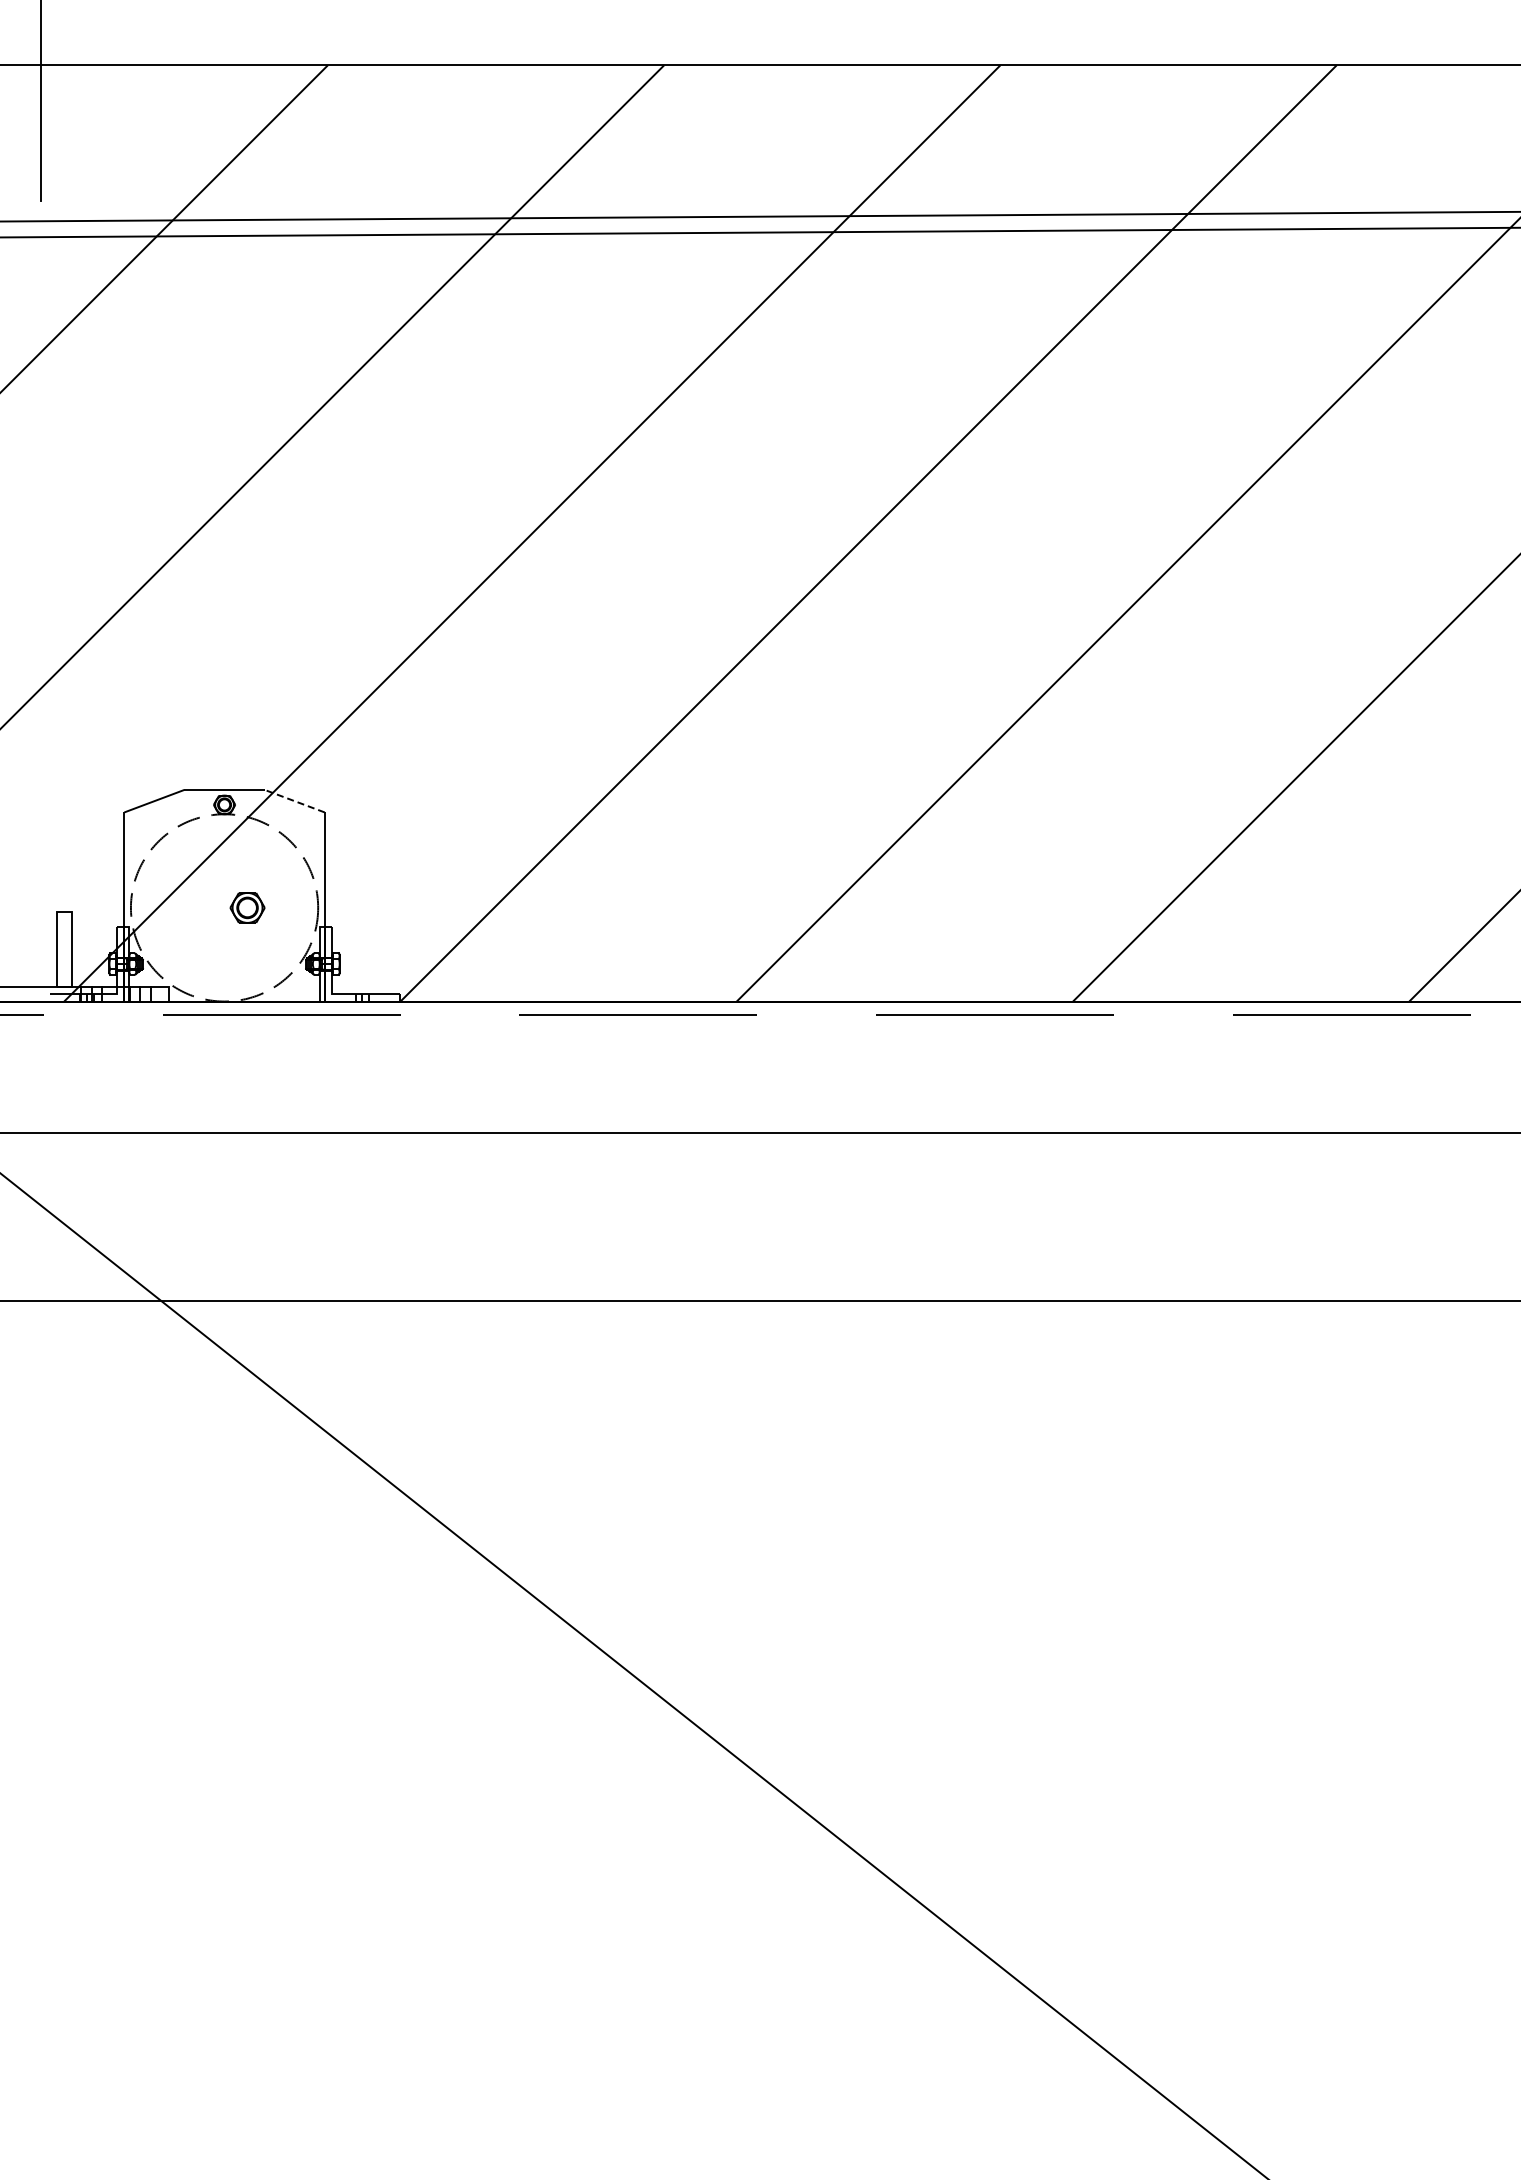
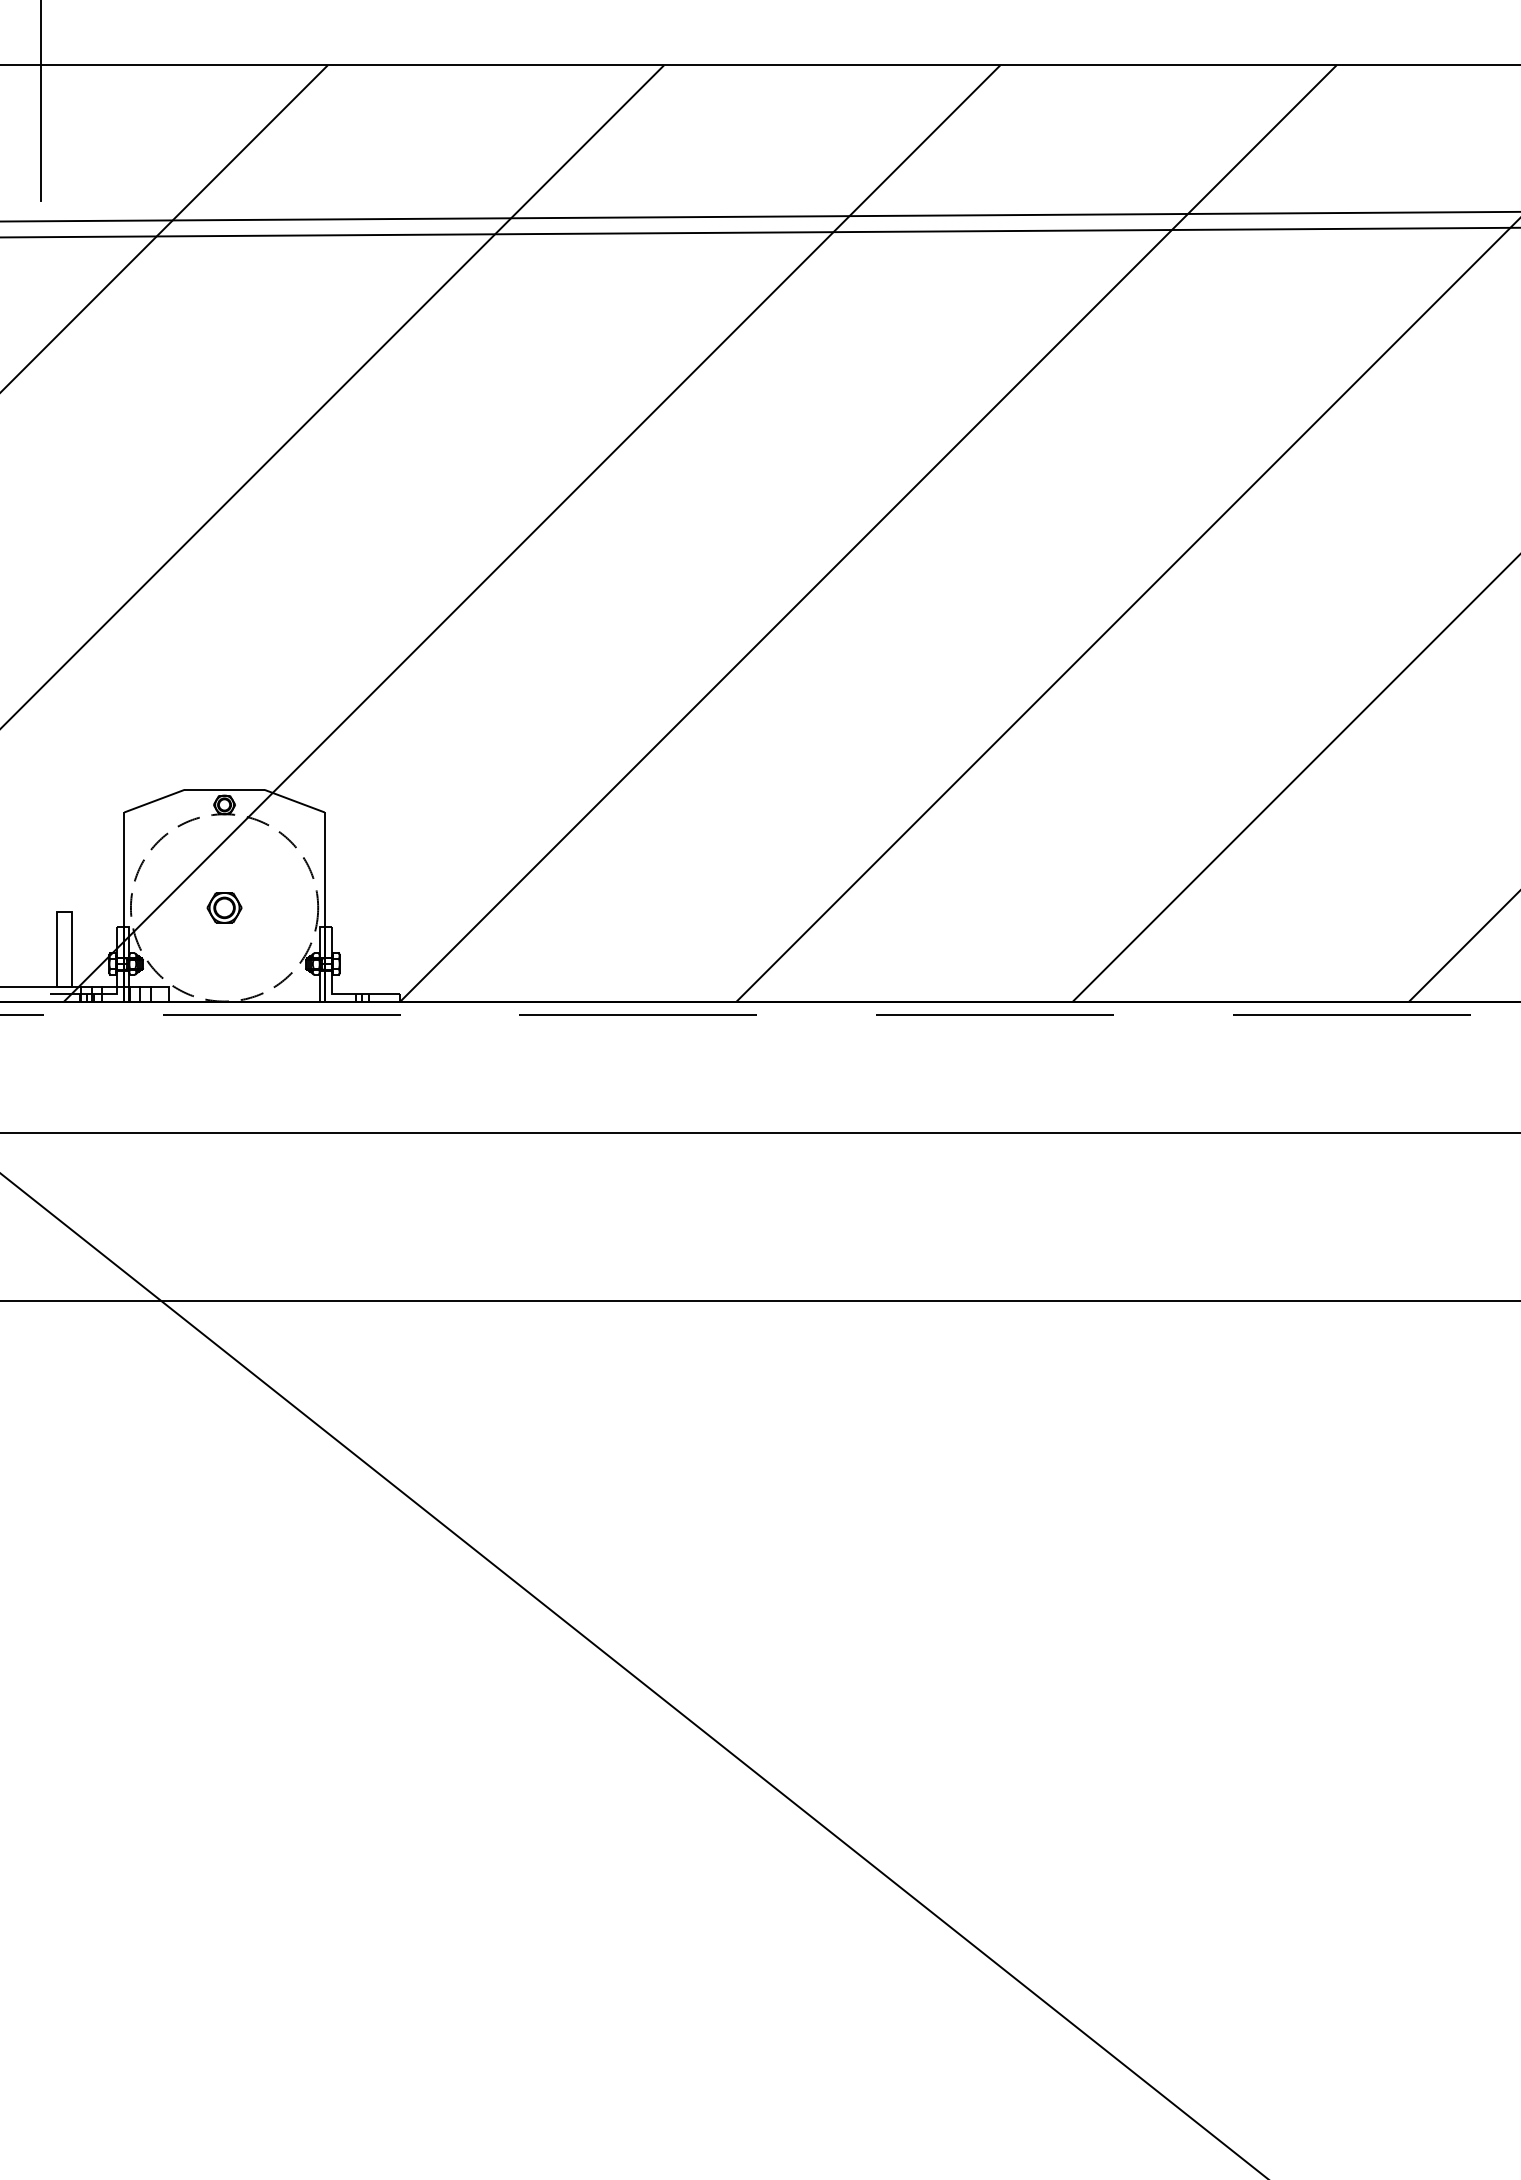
line at (294, 801): dashed -> solid
part at (247, 907) position: (247, 907) -> (224, 907)
